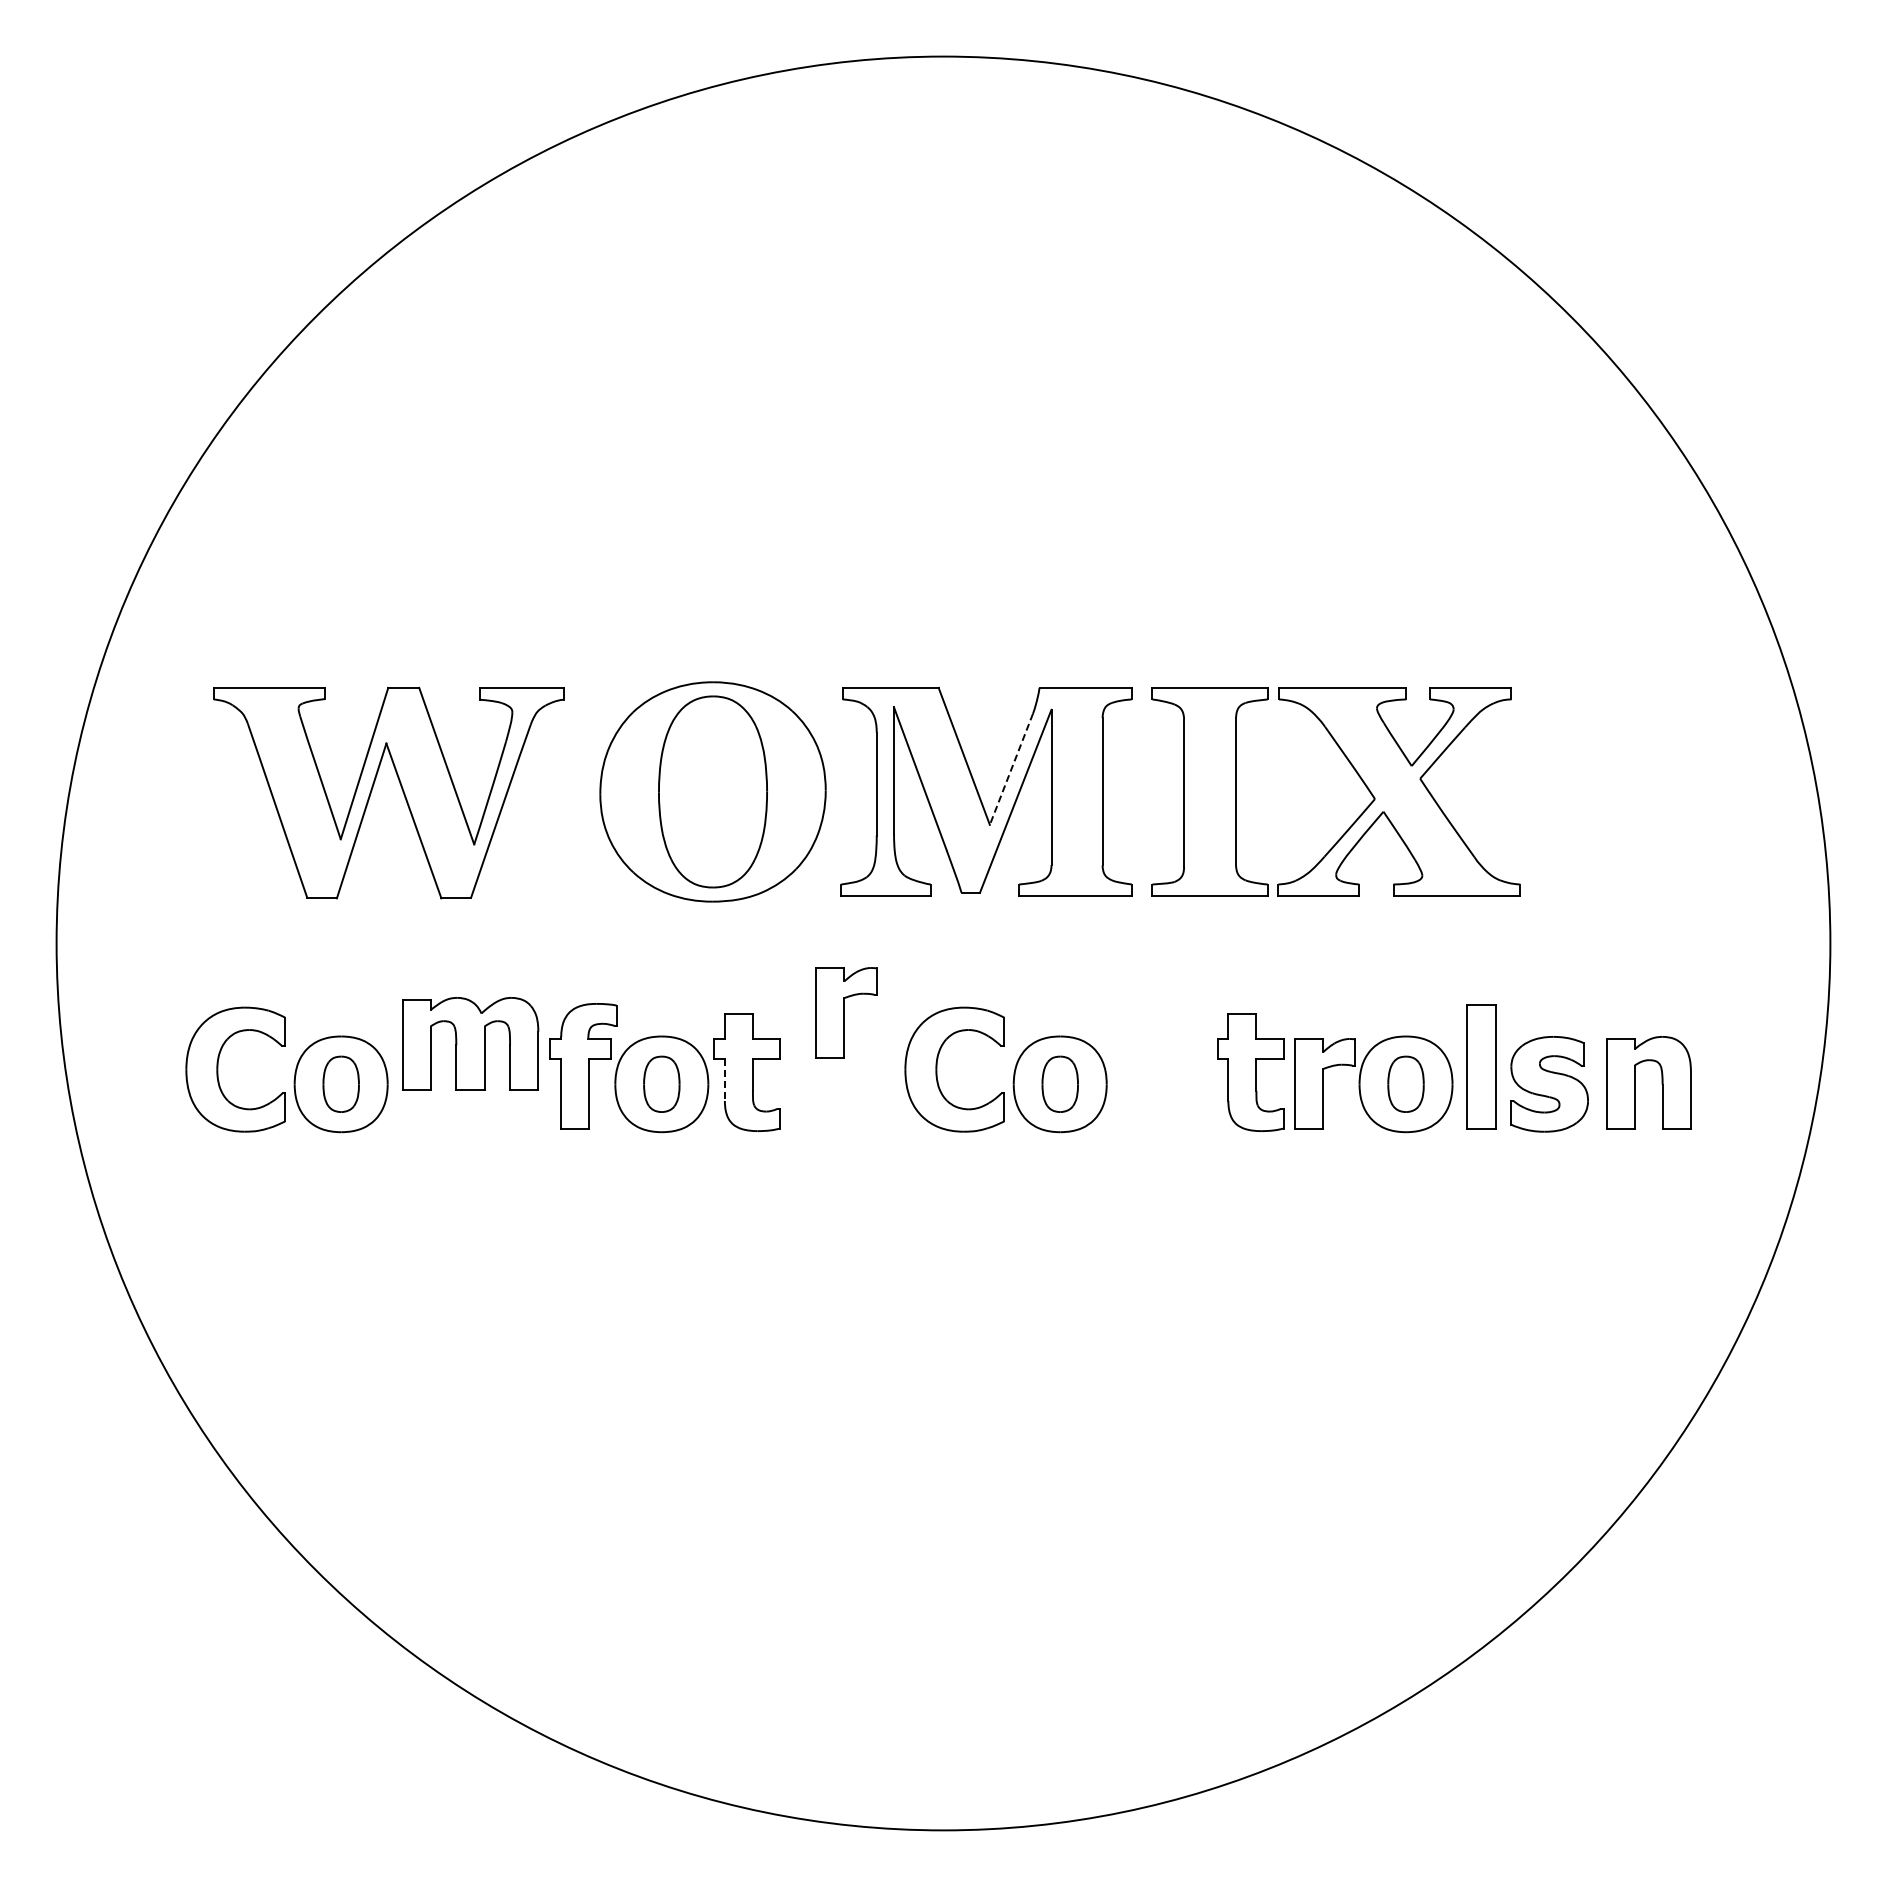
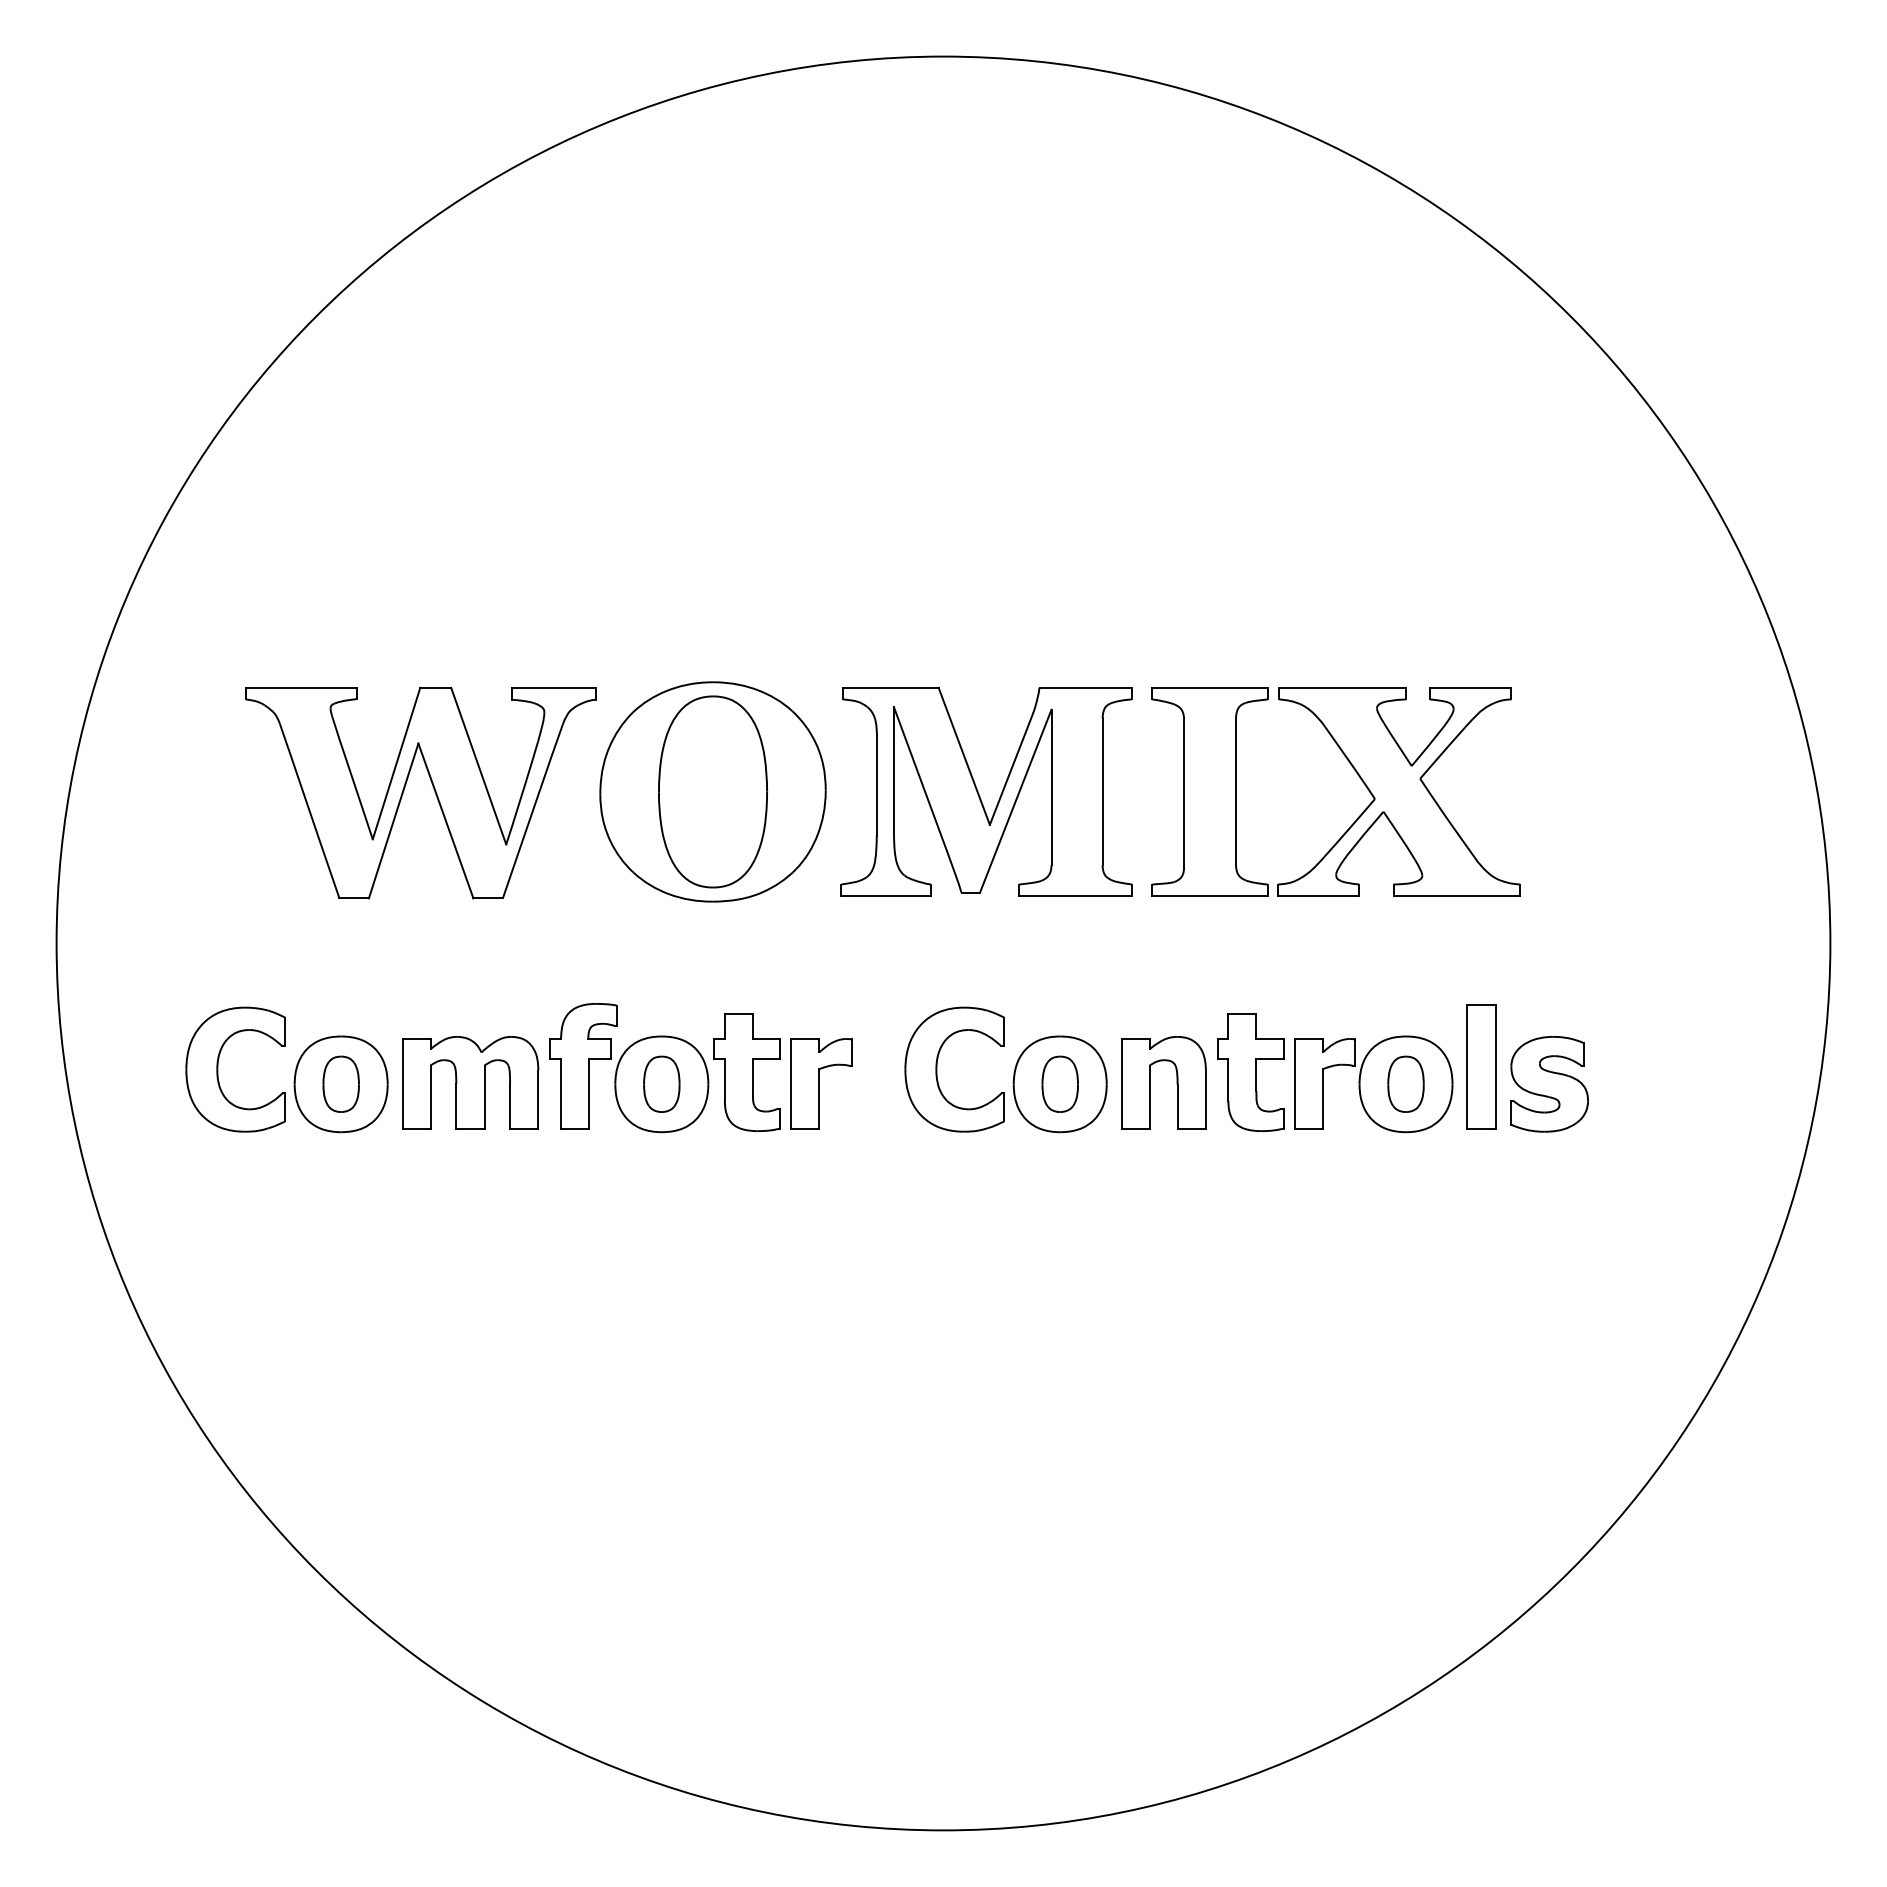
line at (1011, 769): dashed -> solid
part at (401, 789) position: (401, 789) -> (433, 789)
part at (846, 1012) position: (846, 1012) -> (821, 1083)
part at (470, 1043) position: (470, 1043) -> (470, 1082)
line at (724, 1080): dashed -> solid
part at (1635, 1082) position: (1635, 1082) -> (1150, 1082)
